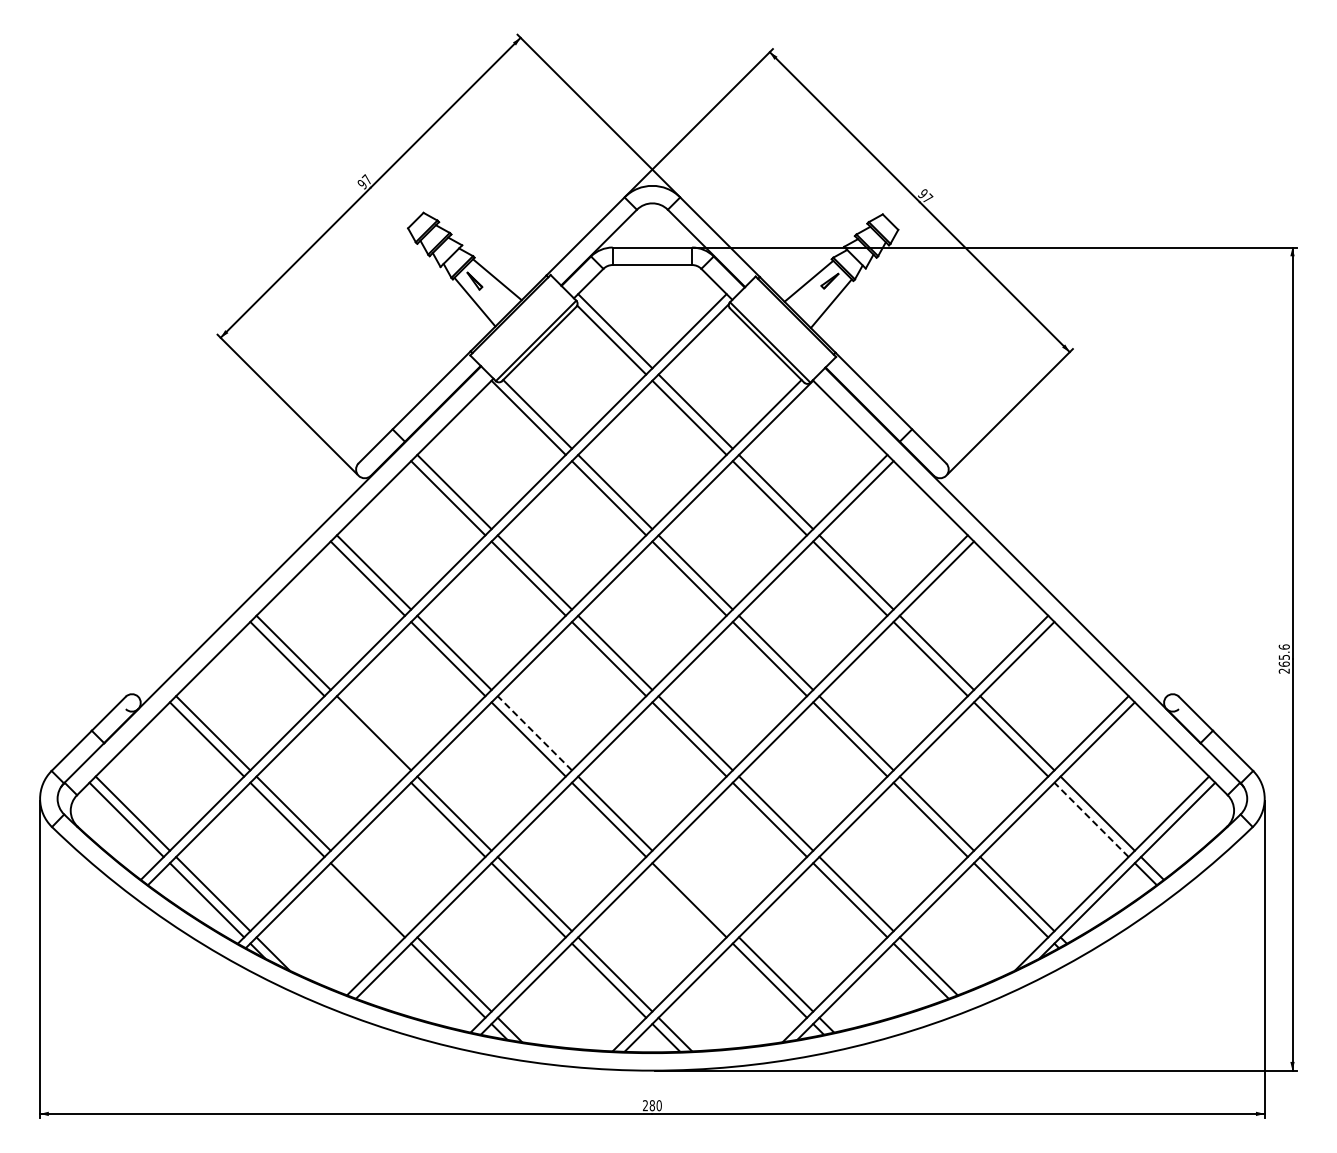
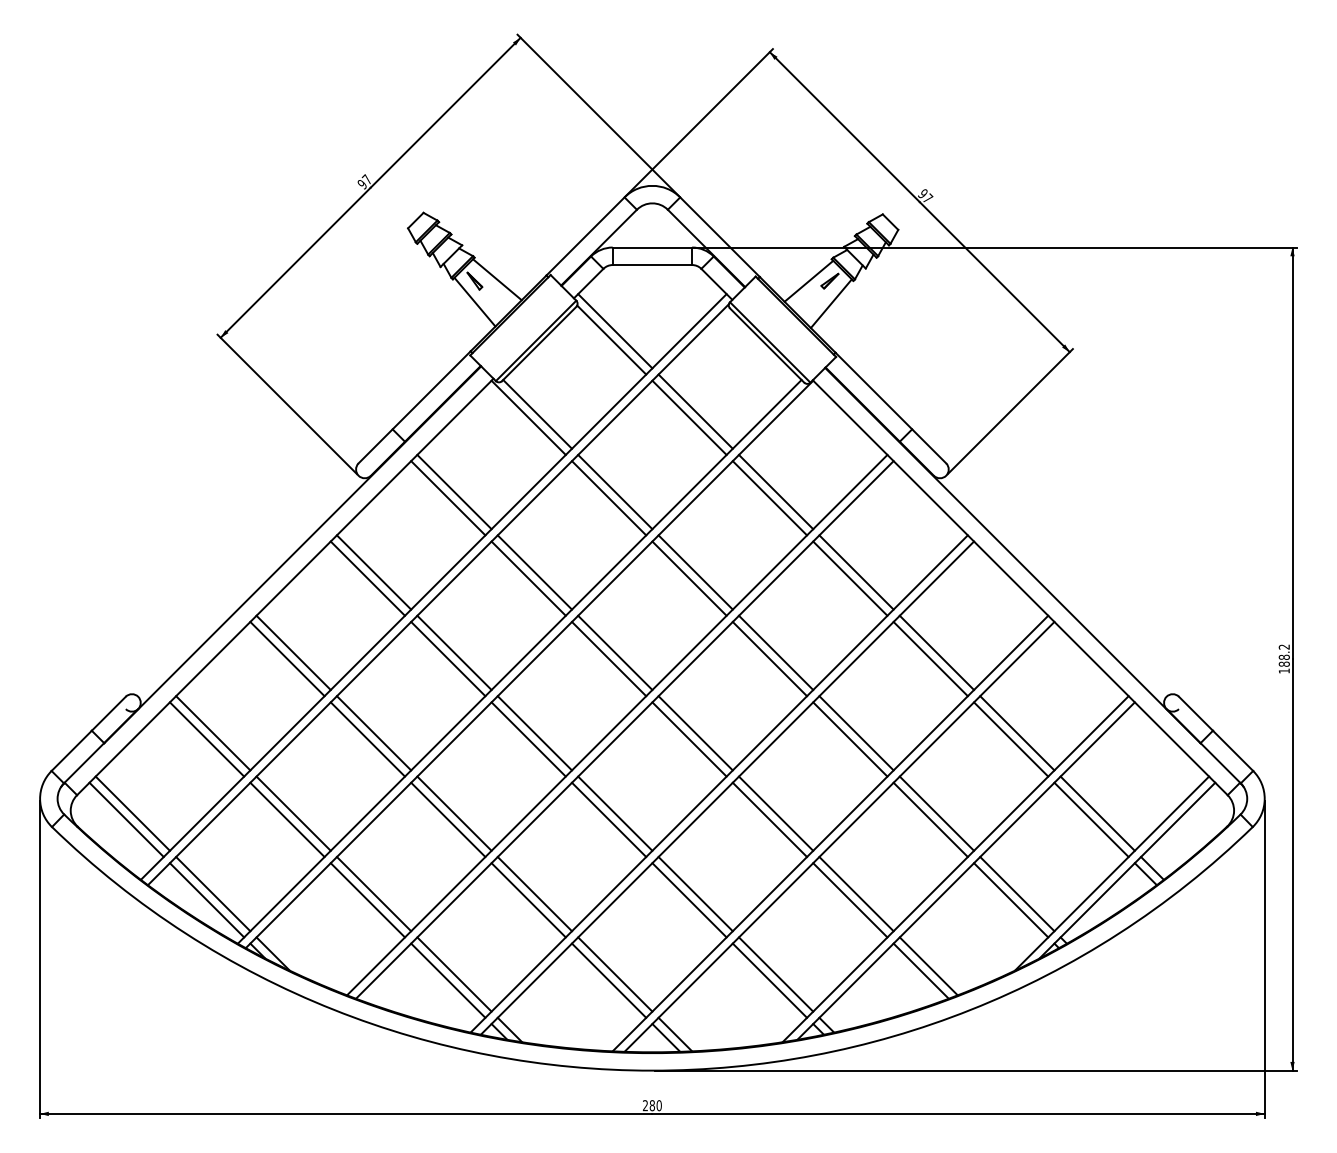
text at (1283, 658): 265.6 -> 188.2
line at (534, 732): dashed -> solid
line at (367, 739): none -> present
line at (1091, 819): dashed -> solid
line at (373, 894): none -> present
line at (695, 894): none -> present
